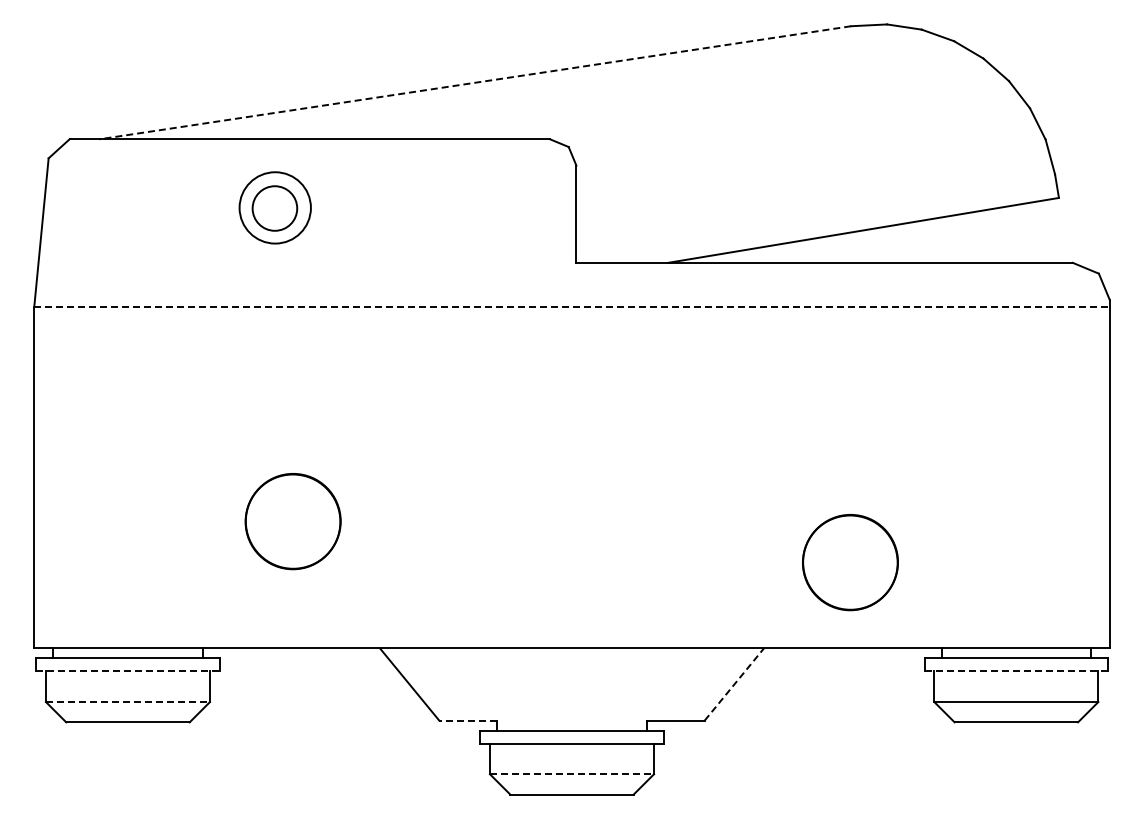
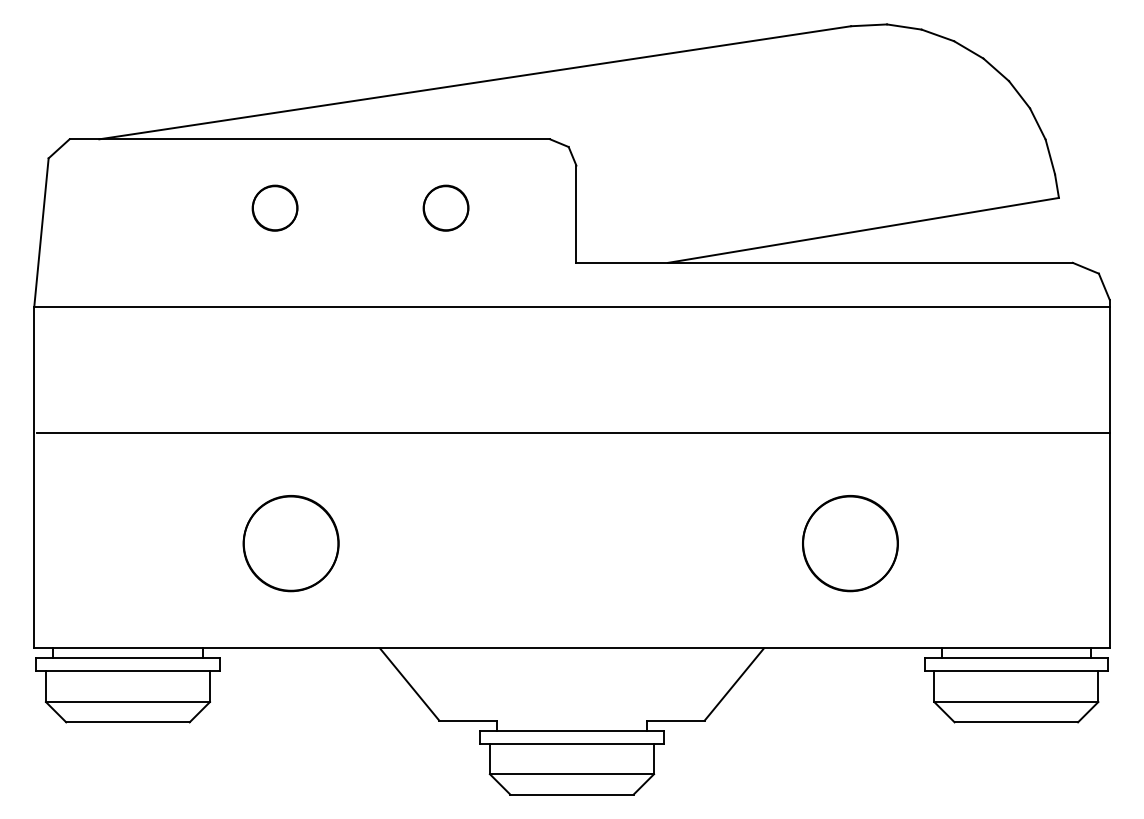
line at (474, 82): dashed -> solid
circle at (274, 207) diameter: 71 px -> 45 px
part at (445, 207): none -> present
line at (572, 306): dashed -> solid
line at (572, 432): none -> present
part at (292, 521) position: (292, 521) -> (290, 543)
part at (850, 562) position: (850, 562) -> (850, 543)
line at (127, 671): dashed -> solid
line at (1016, 671): dashed -> solid
line at (734, 684): dashed -> solid
line at (128, 702): dashed -> solid
line at (467, 720): dashed -> solid
line at (572, 774): dashed -> solid
